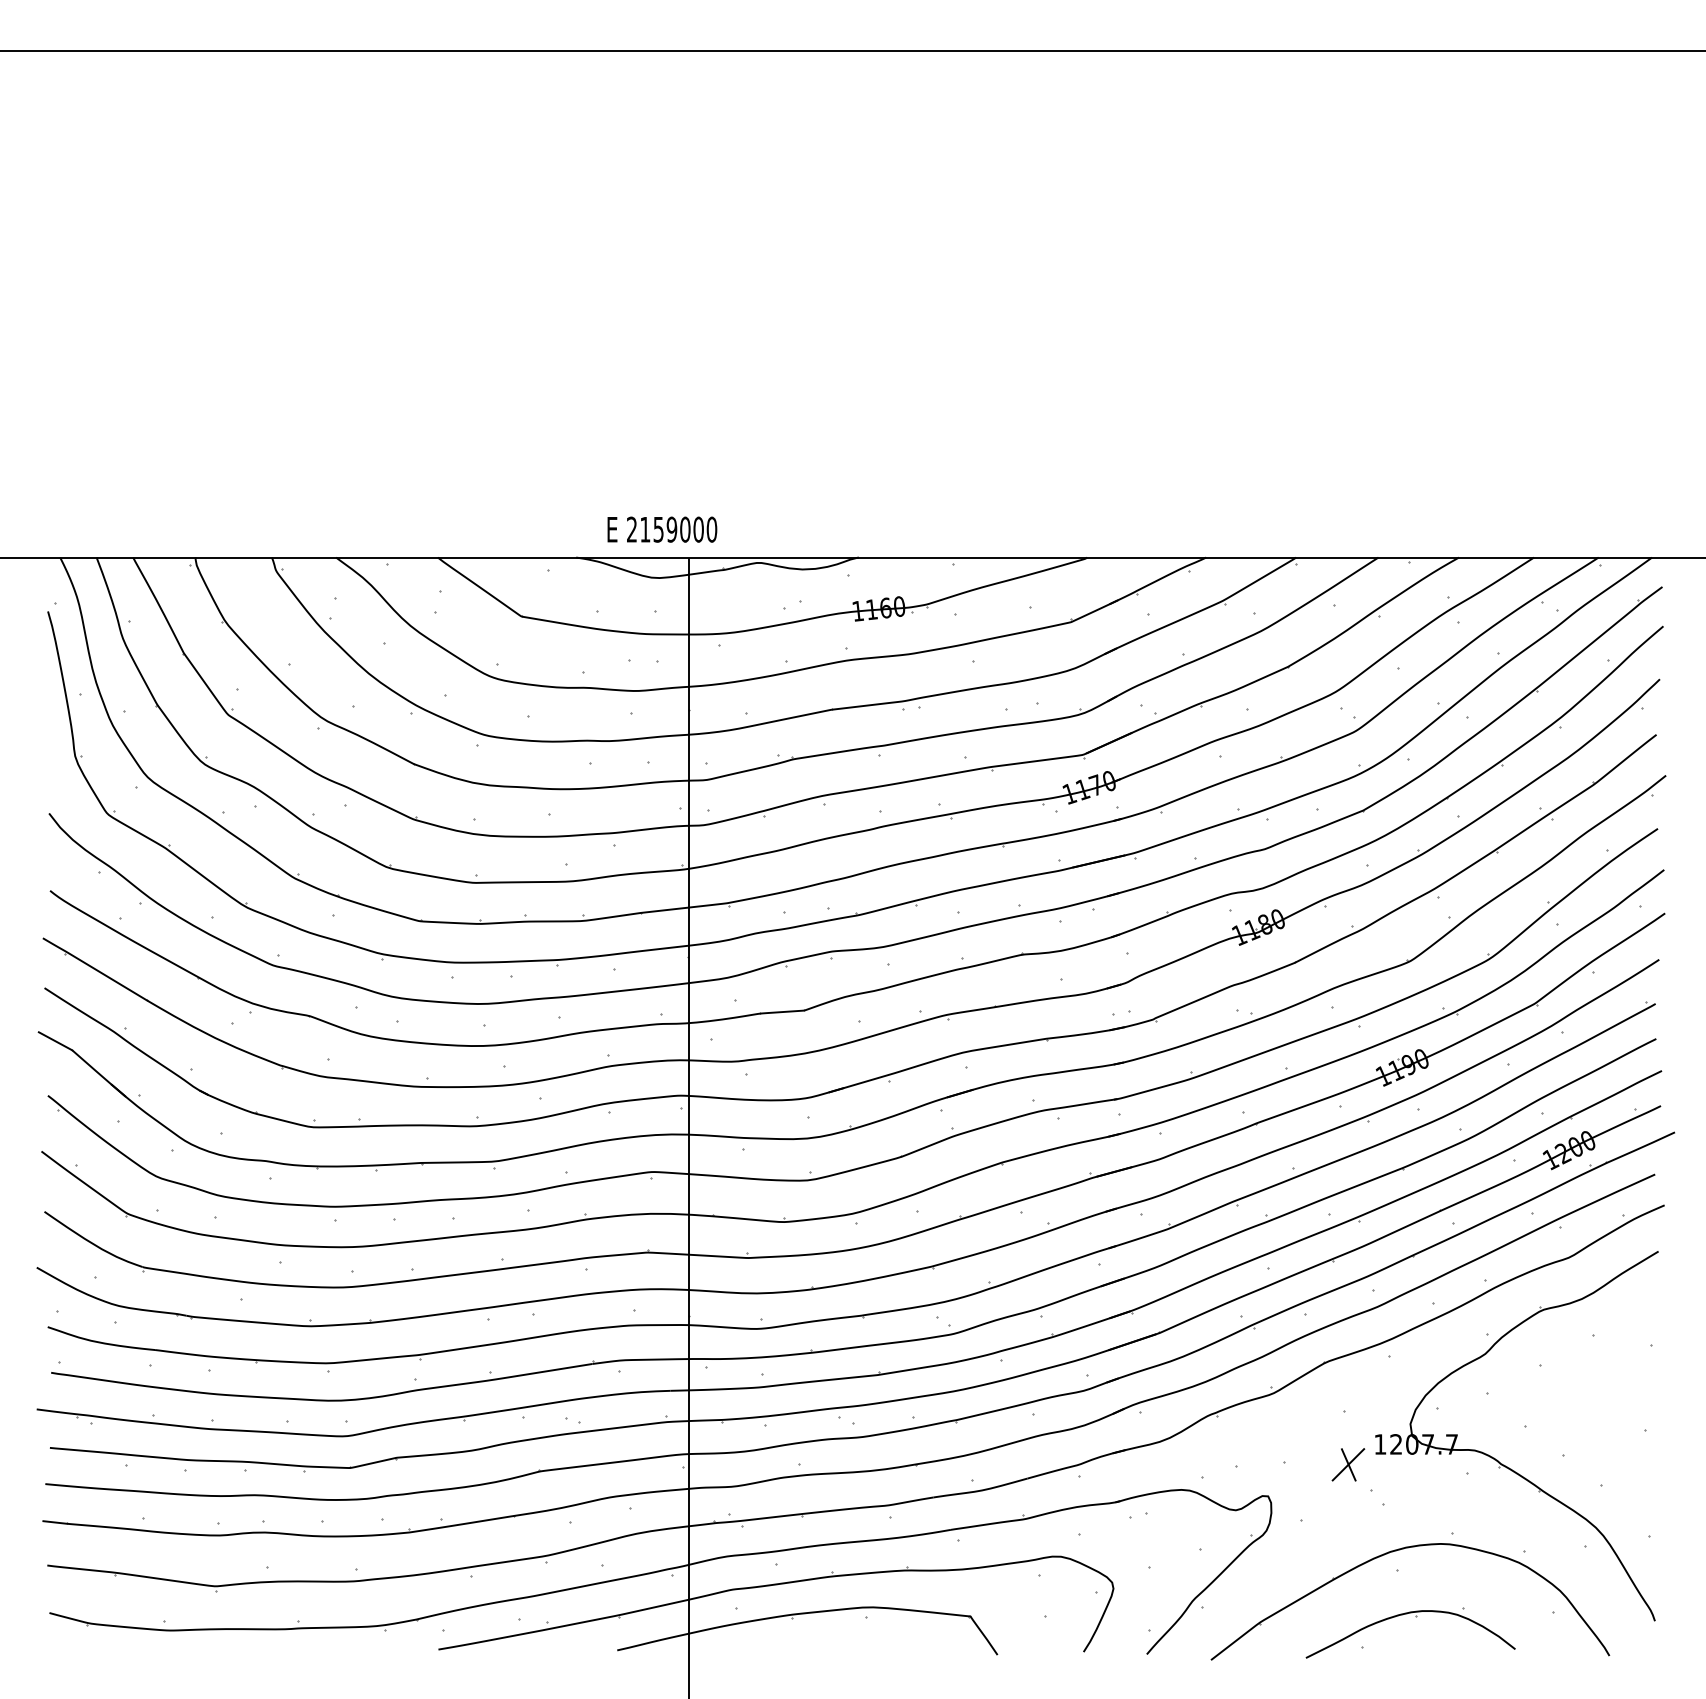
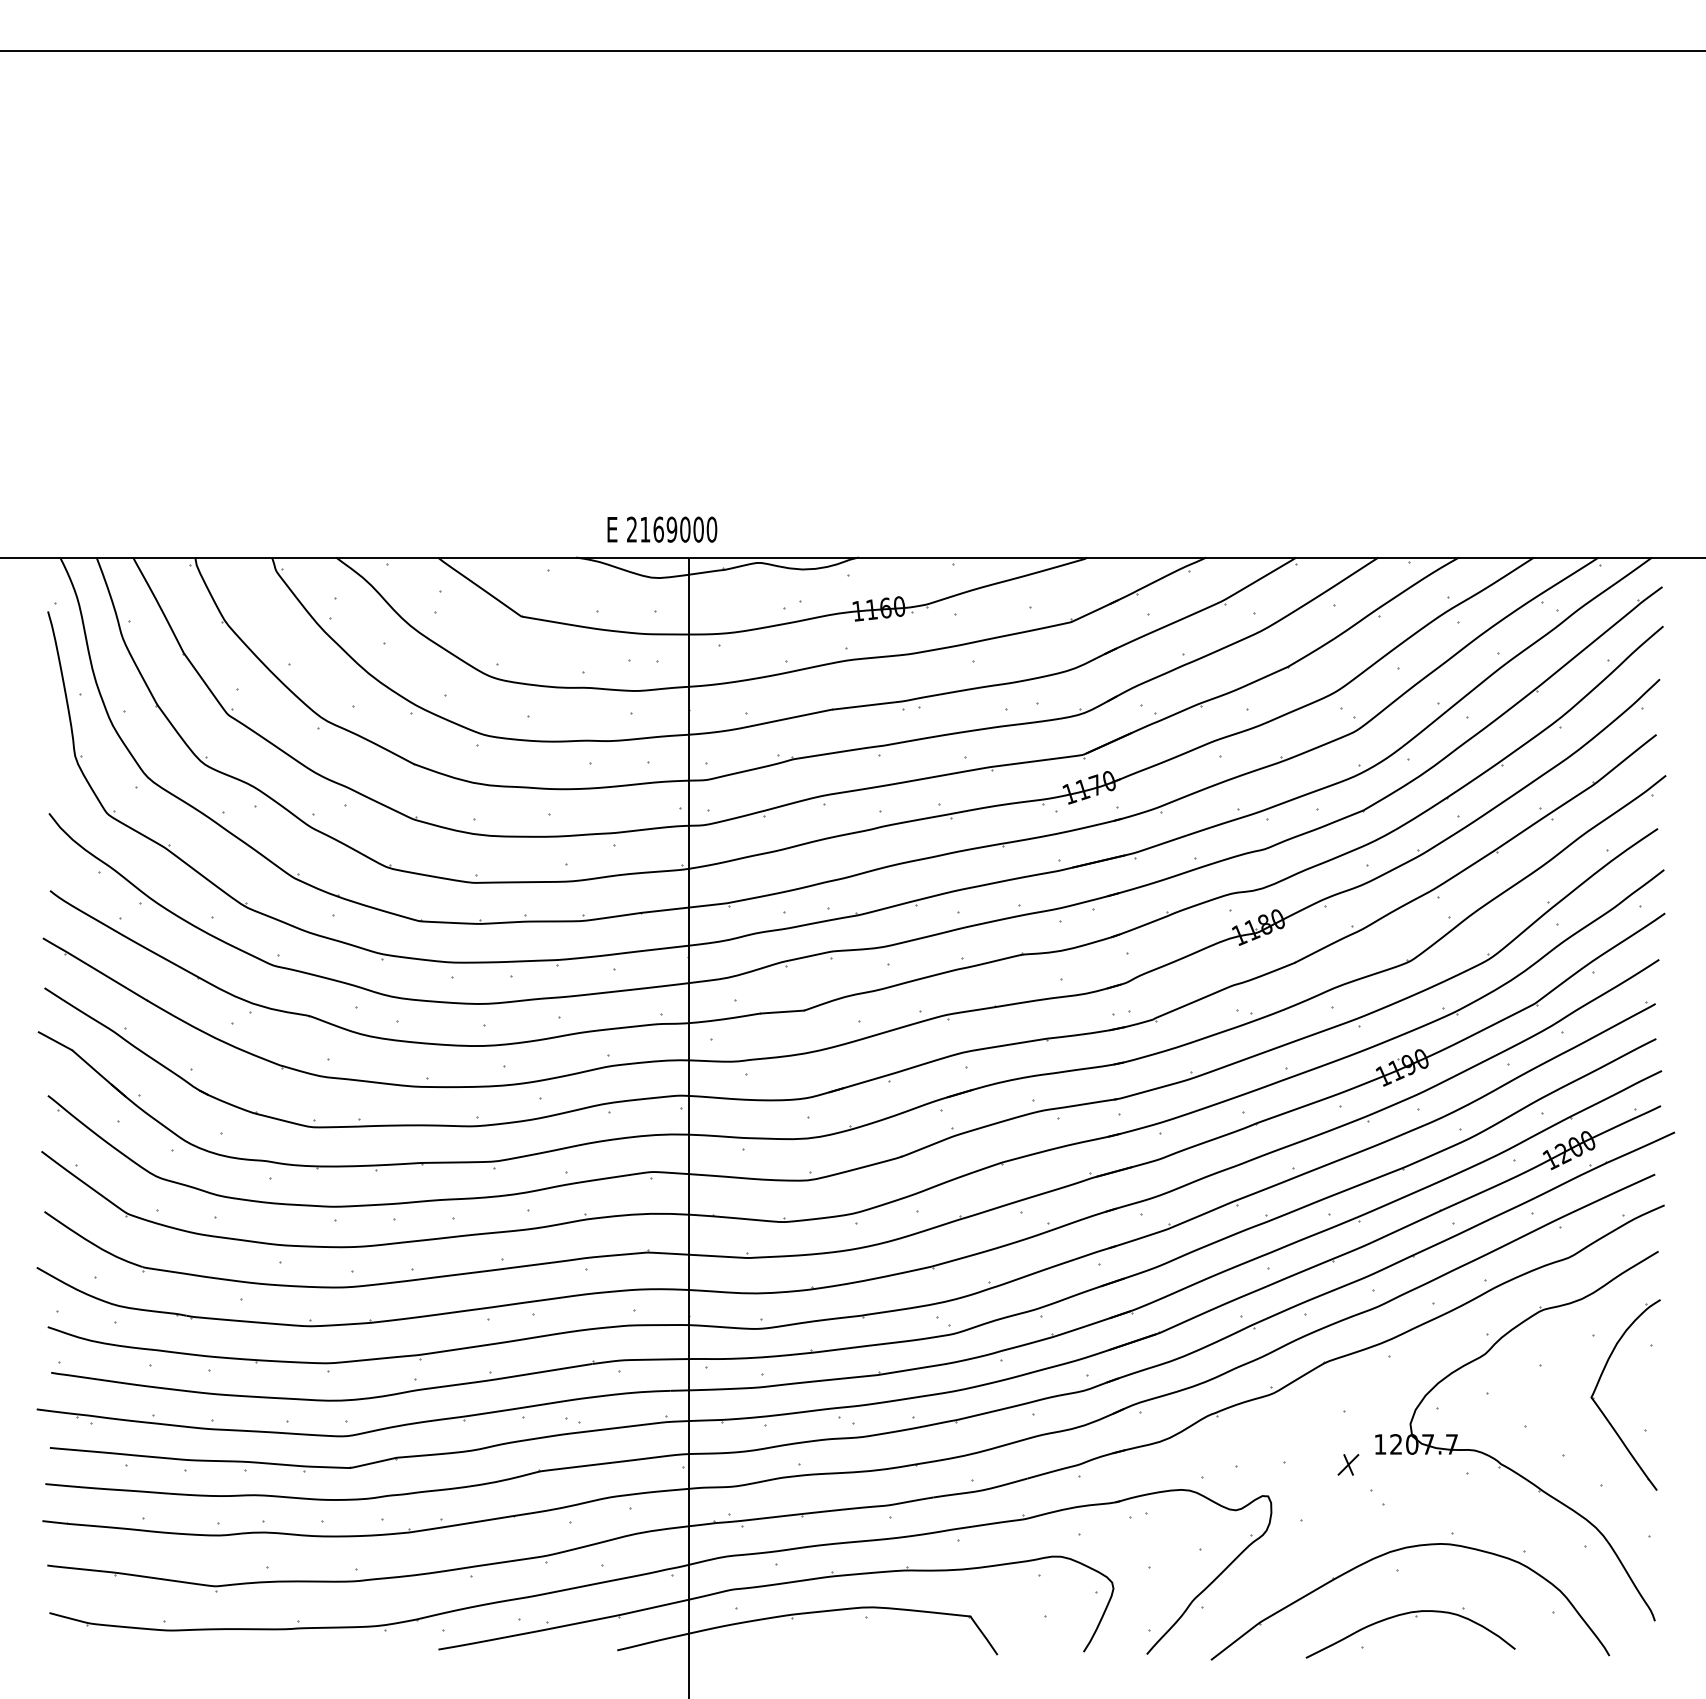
text at (658, 529): 2159000 -> 2169000
part at (1601, 1409): none -> present
part at (1348, 1464) size: 35x34 px -> 23x22 px
